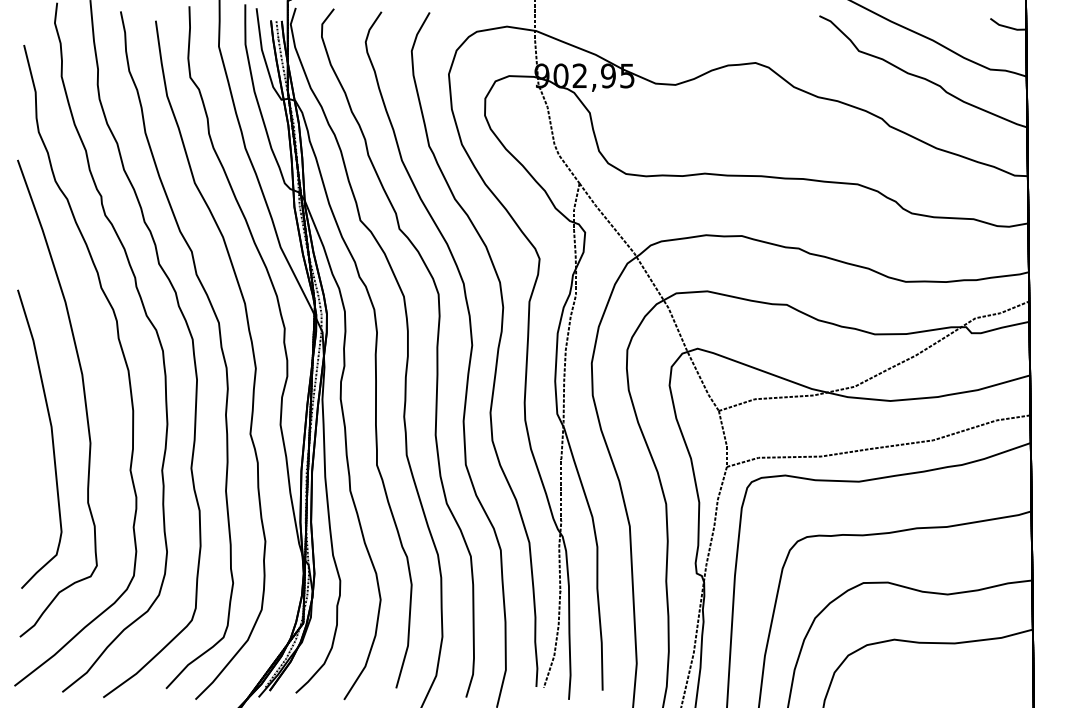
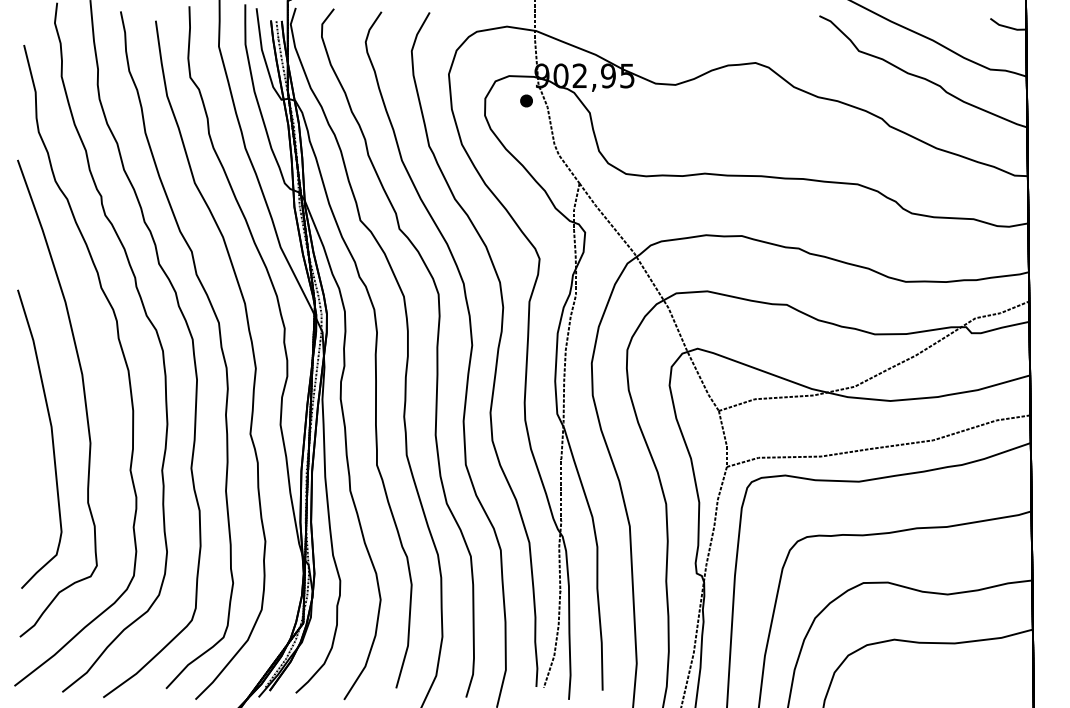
part at (526, 100): none -> present
